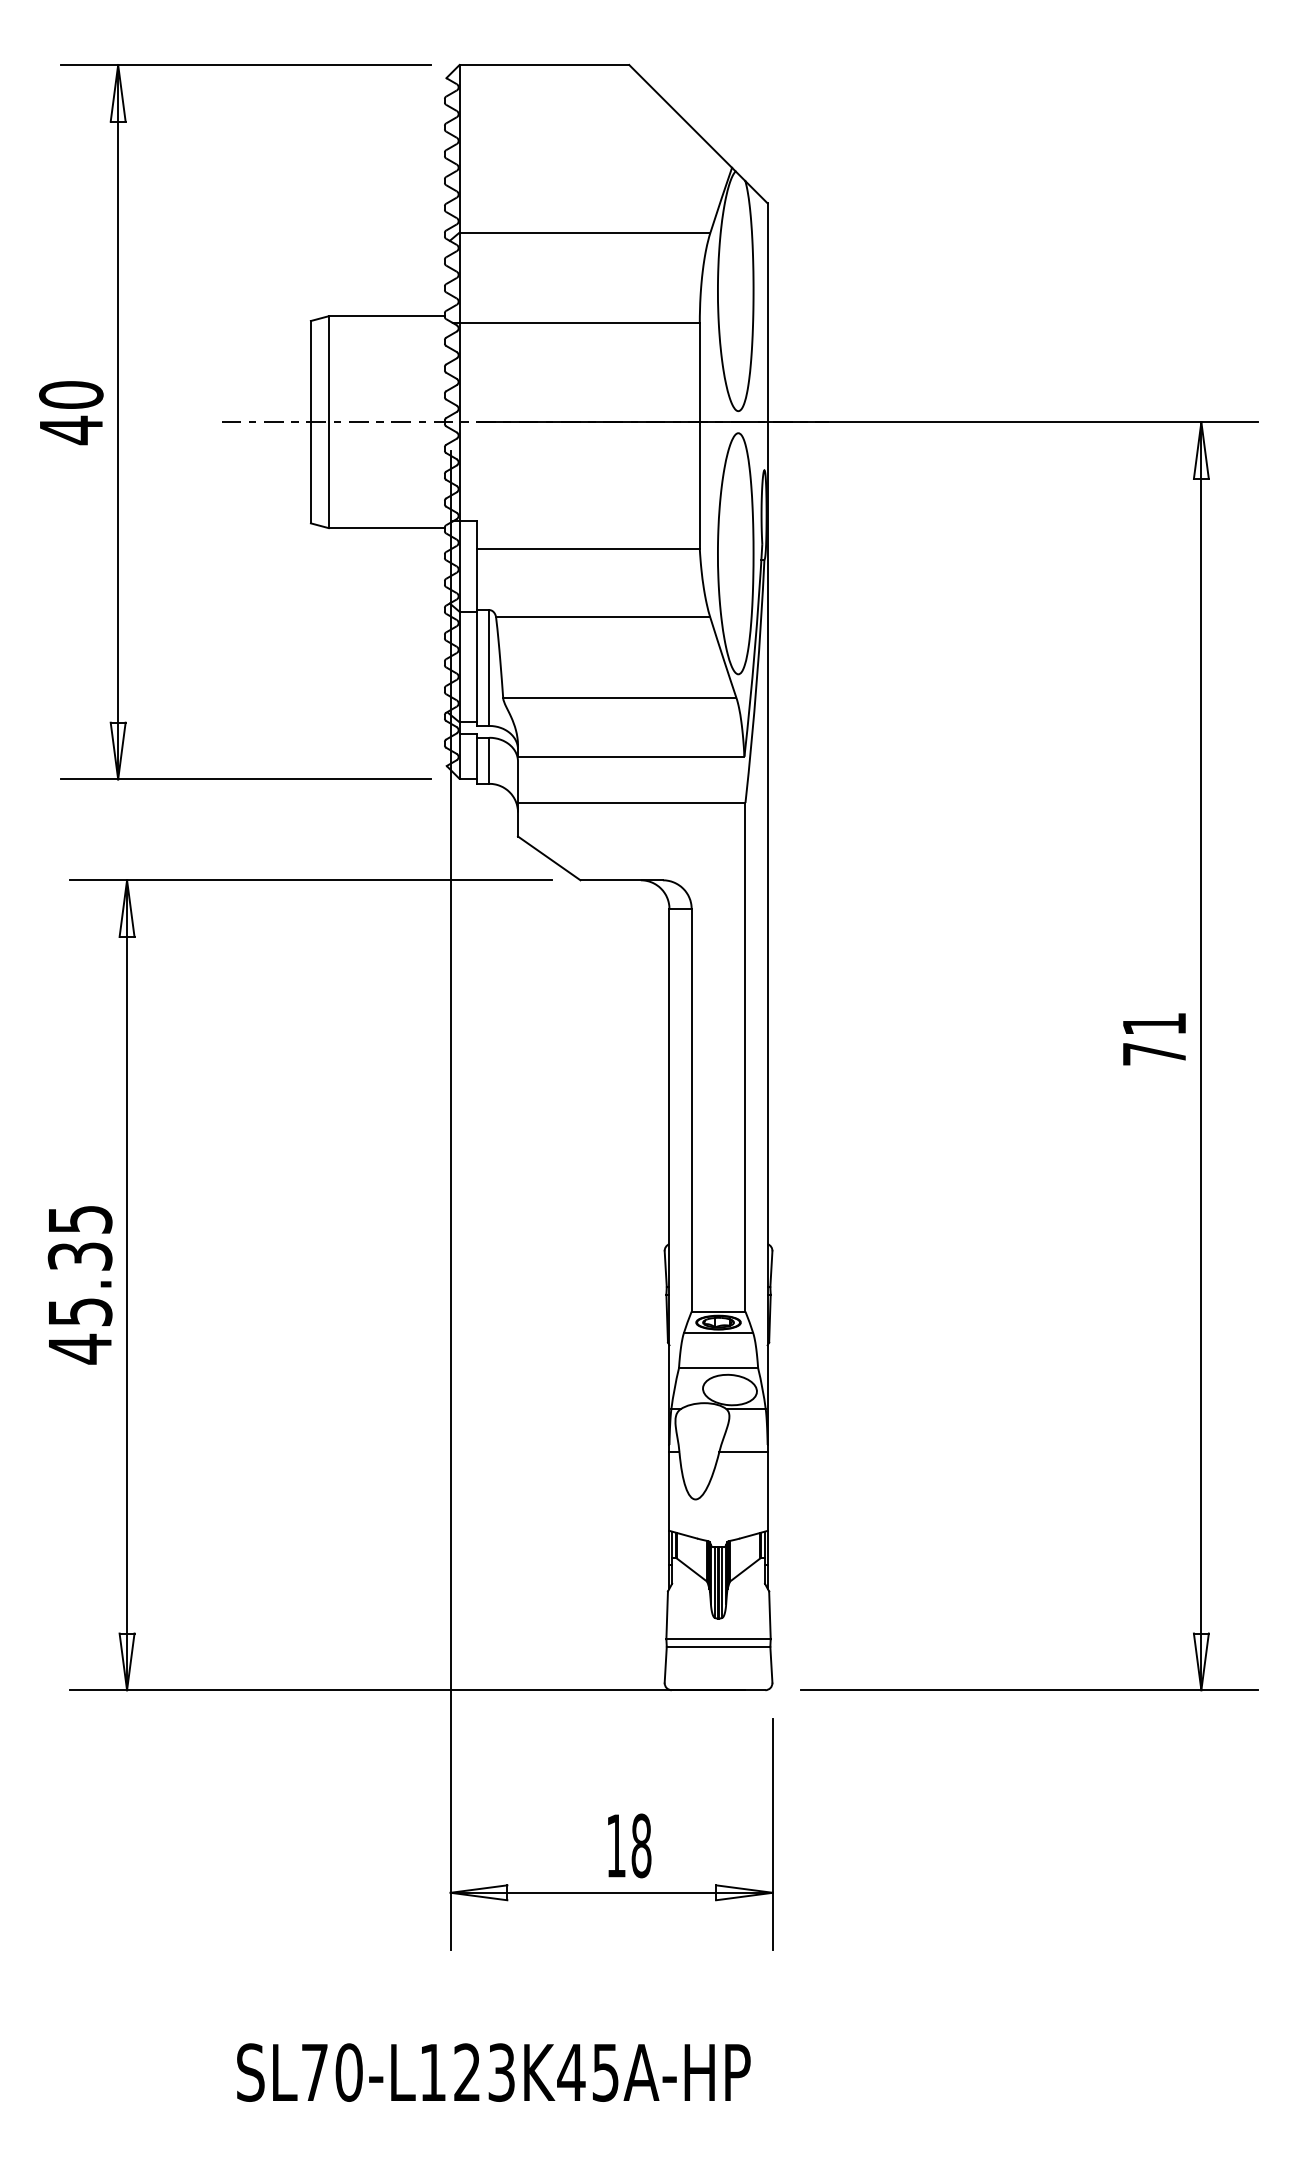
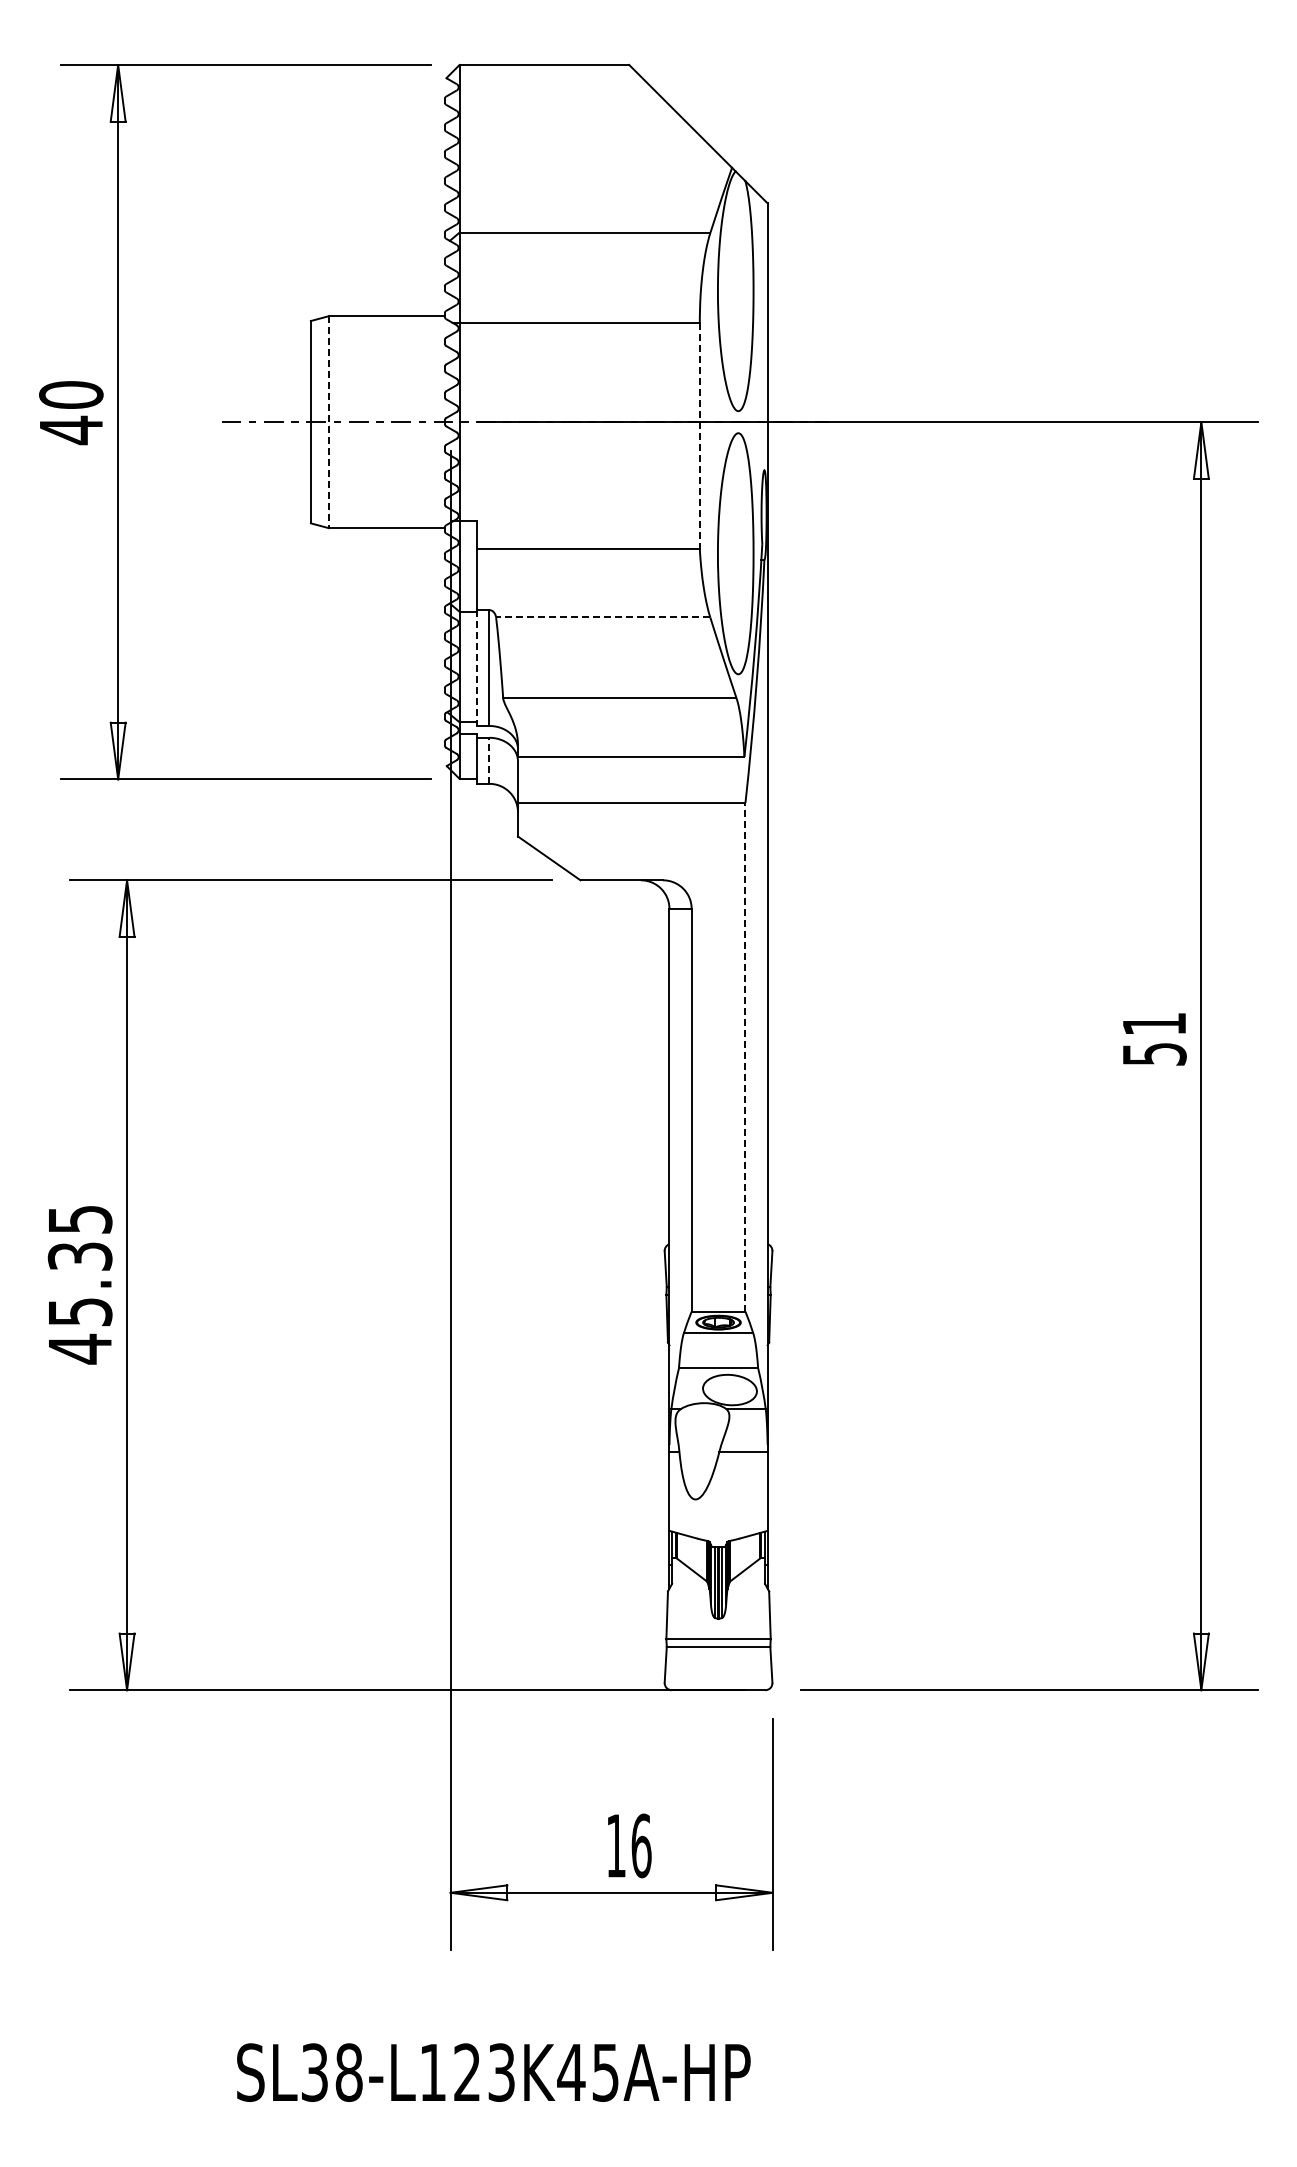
line at (328, 422): solid -> dashed
line at (699, 436): solid -> dashed
line at (602, 617): solid -> dashed
line at (477, 668): solid -> dashed
line at (489, 760): solid -> dashed
text at (1154, 1054): 71 -> 51
line at (745, 1056): solid -> dashed
text at (641, 1845): 18 -> 16
text at (332, 2072): SL70-L123K45A-HP -> SL38-L123K45A-HP
